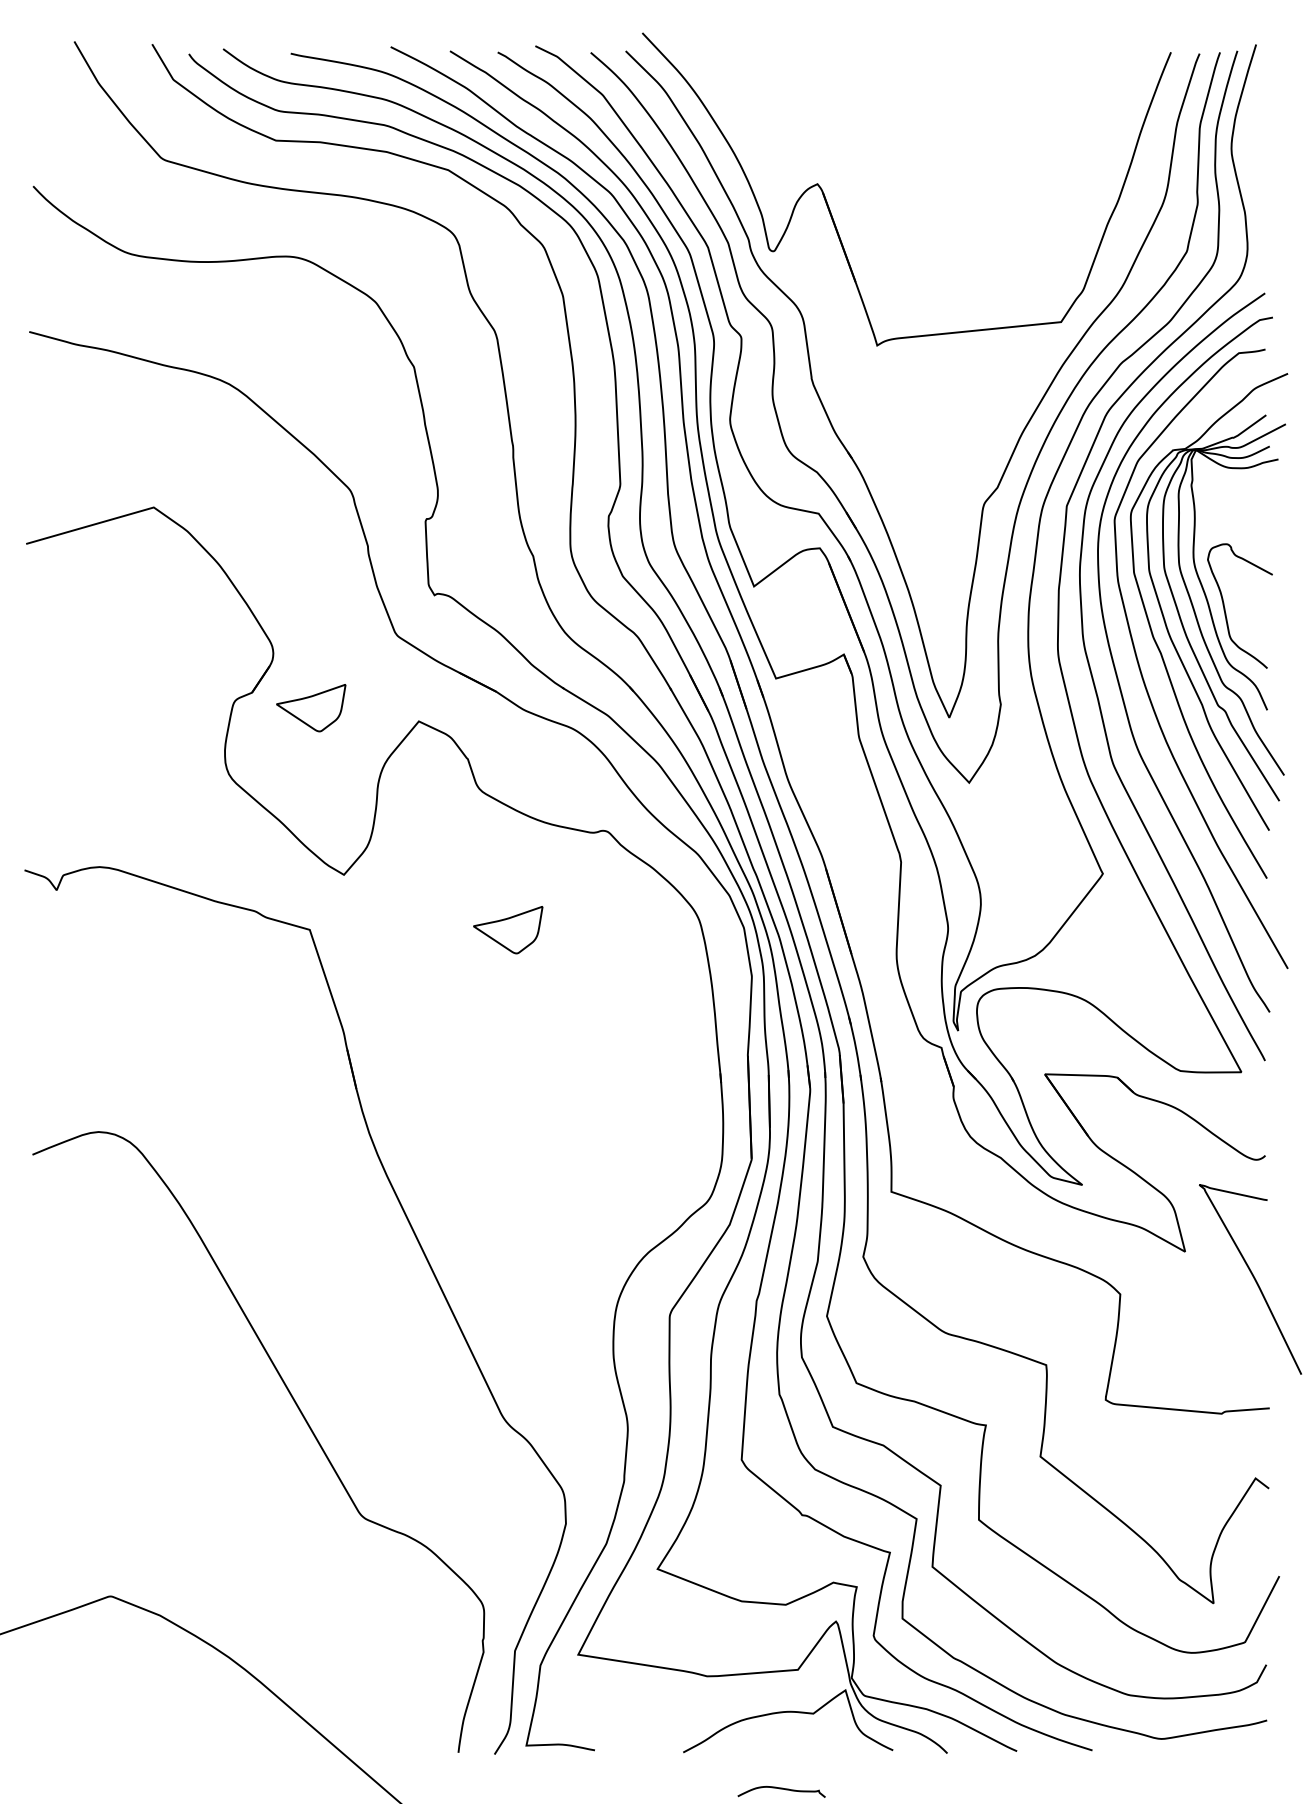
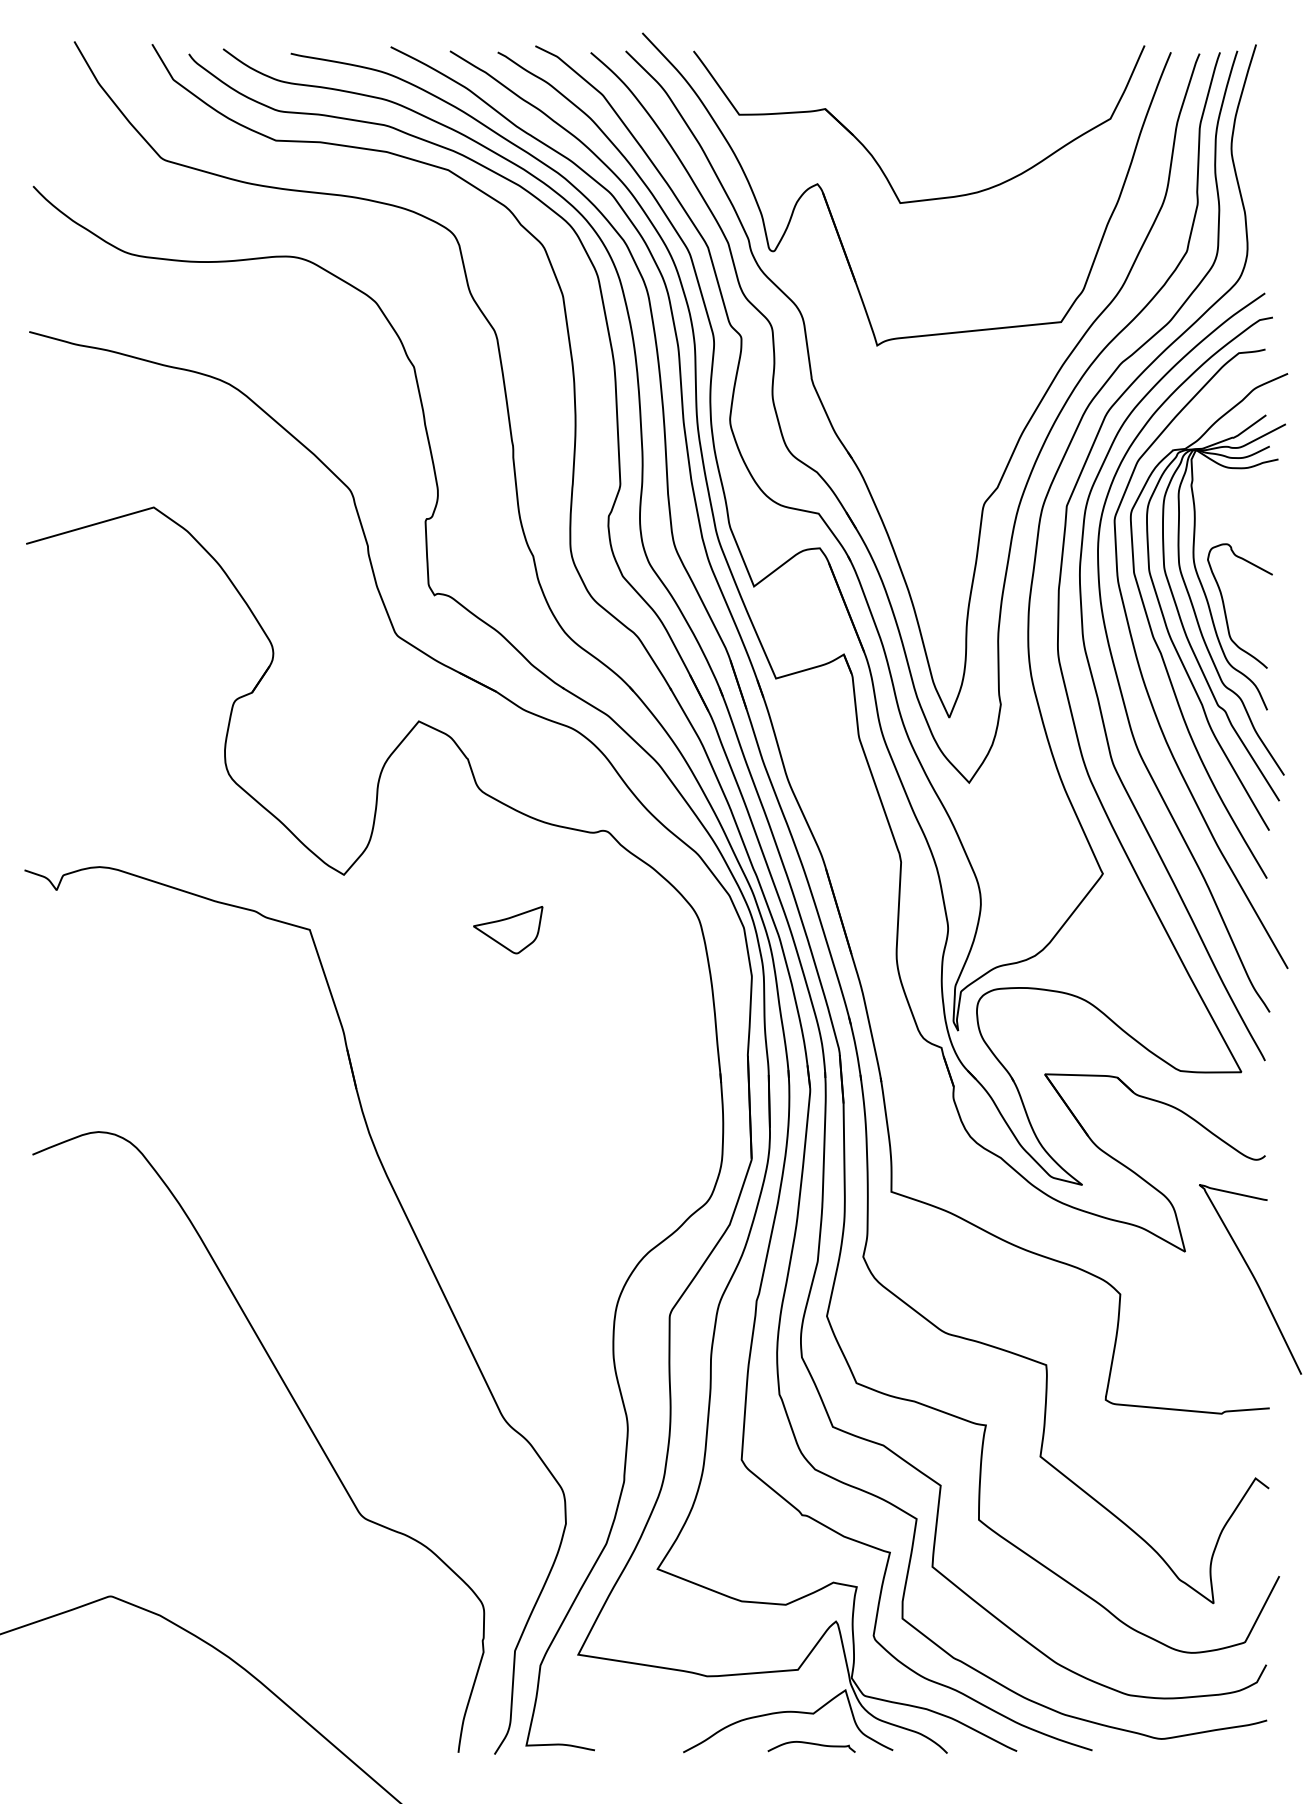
part at (872, 154): none -> present
part at (311, 708): present -> none
curve at (781, 1789) position: (781, 1789) -> (811, 1744)
